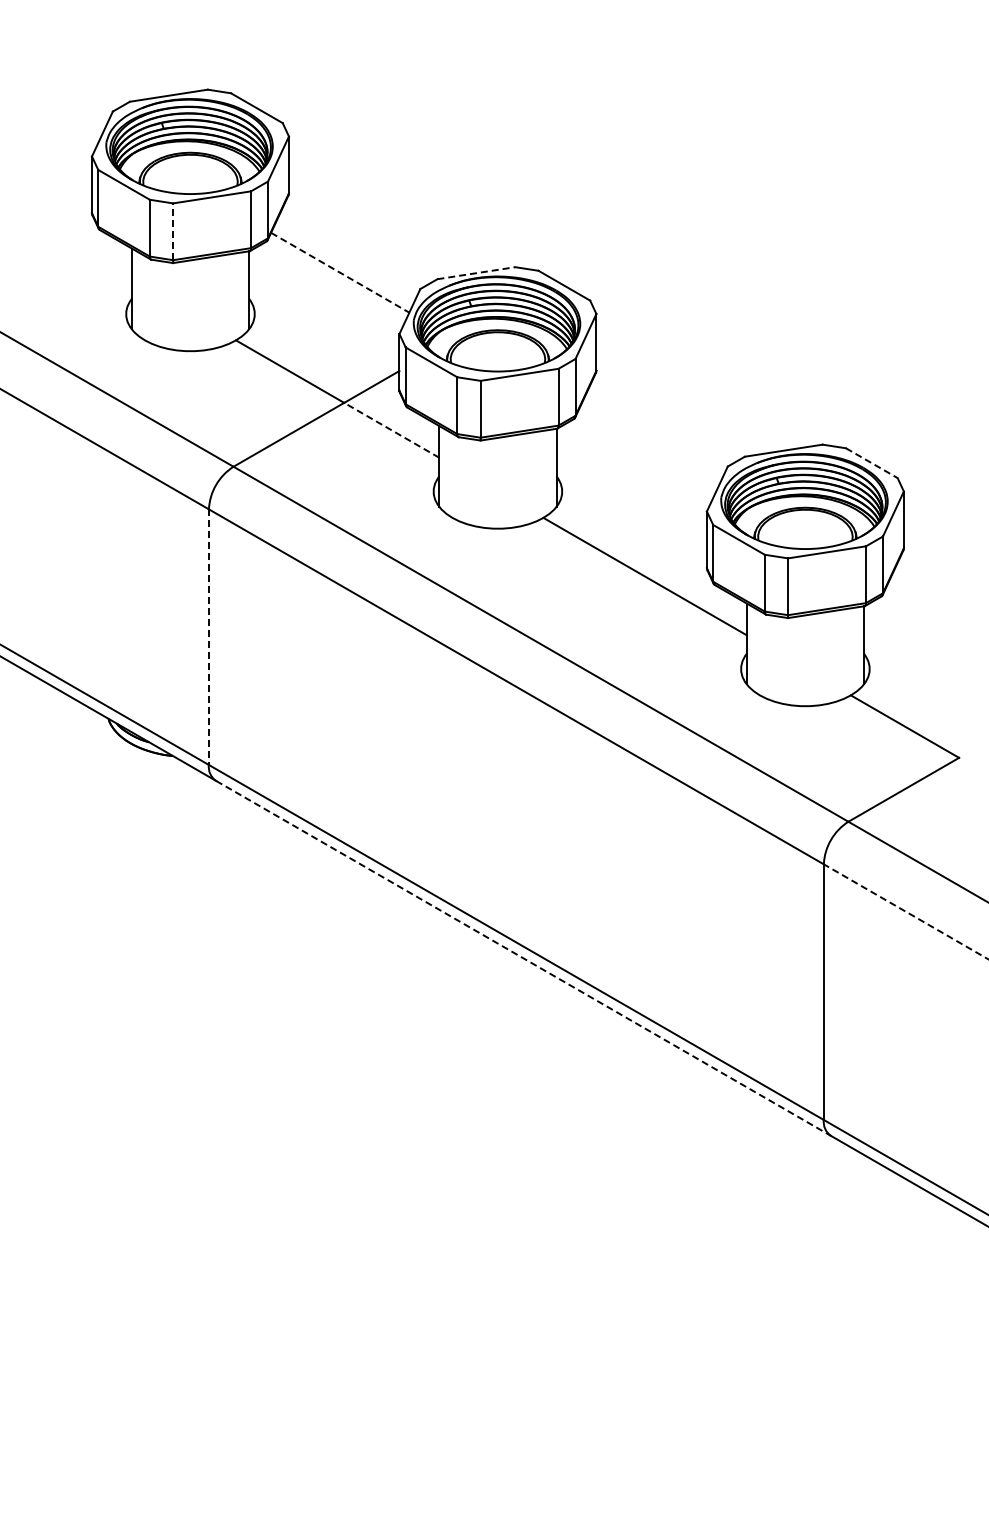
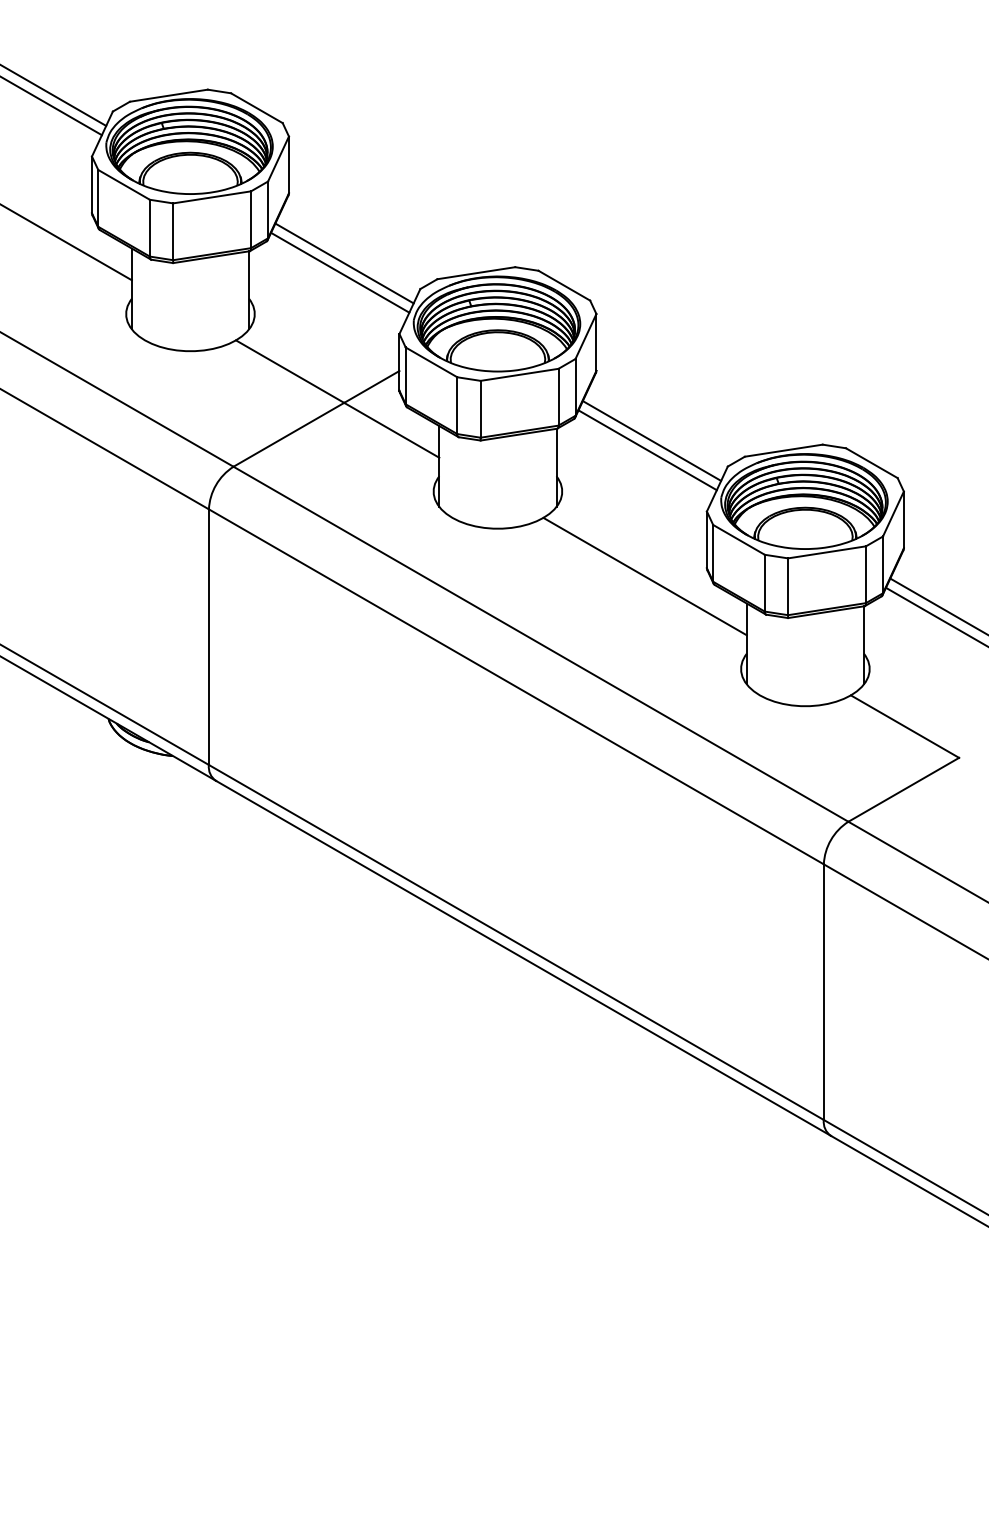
line at (54, 95): none -> present
line at (51, 106): none -> present
line at (173, 231): dashed -> solid
line at (66, 242): none -> present
line at (344, 263): none -> present
line at (340, 272): dashed -> solid
line at (476, 273): dashed -> solid
line at (391, 430): dashed -> solid
line at (651, 440): none -> present
line at (647, 450): none -> present
line at (871, 463): dashed -> solid
line at (937, 605): none -> present
line at (935, 616): none -> present
line at (208, 637): dashed -> solid
line at (906, 911): dashed -> solid
line at (523, 958): dashed -> solid
